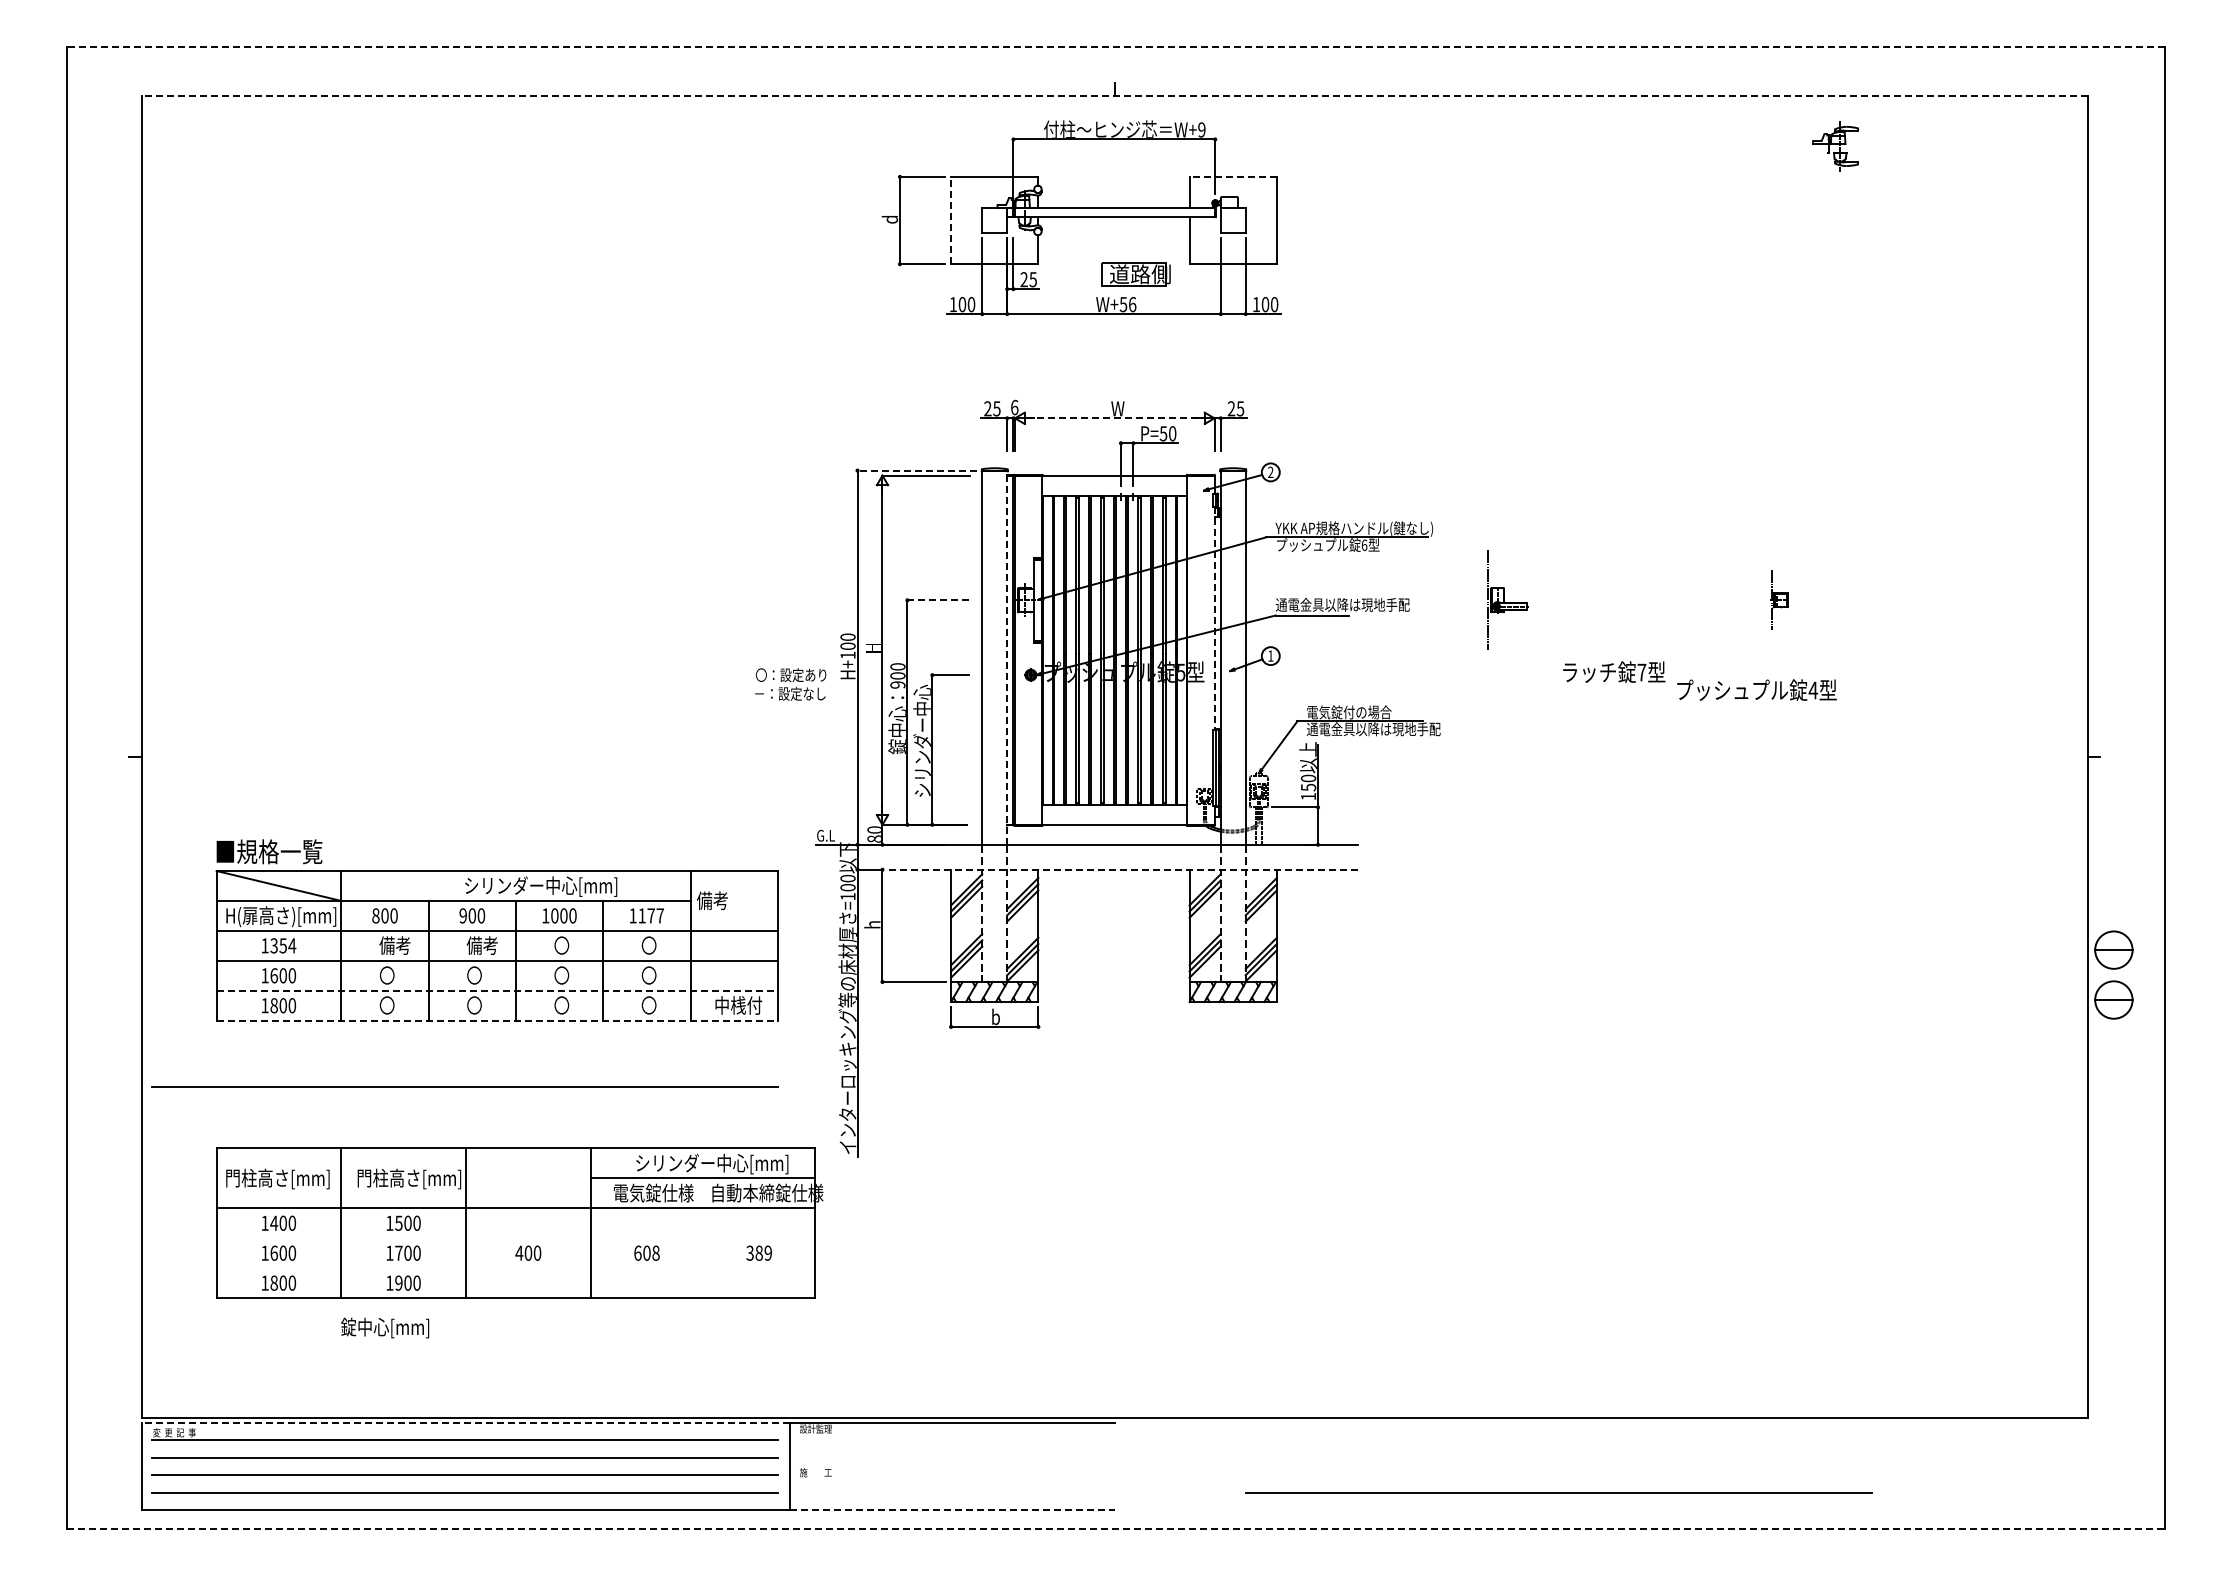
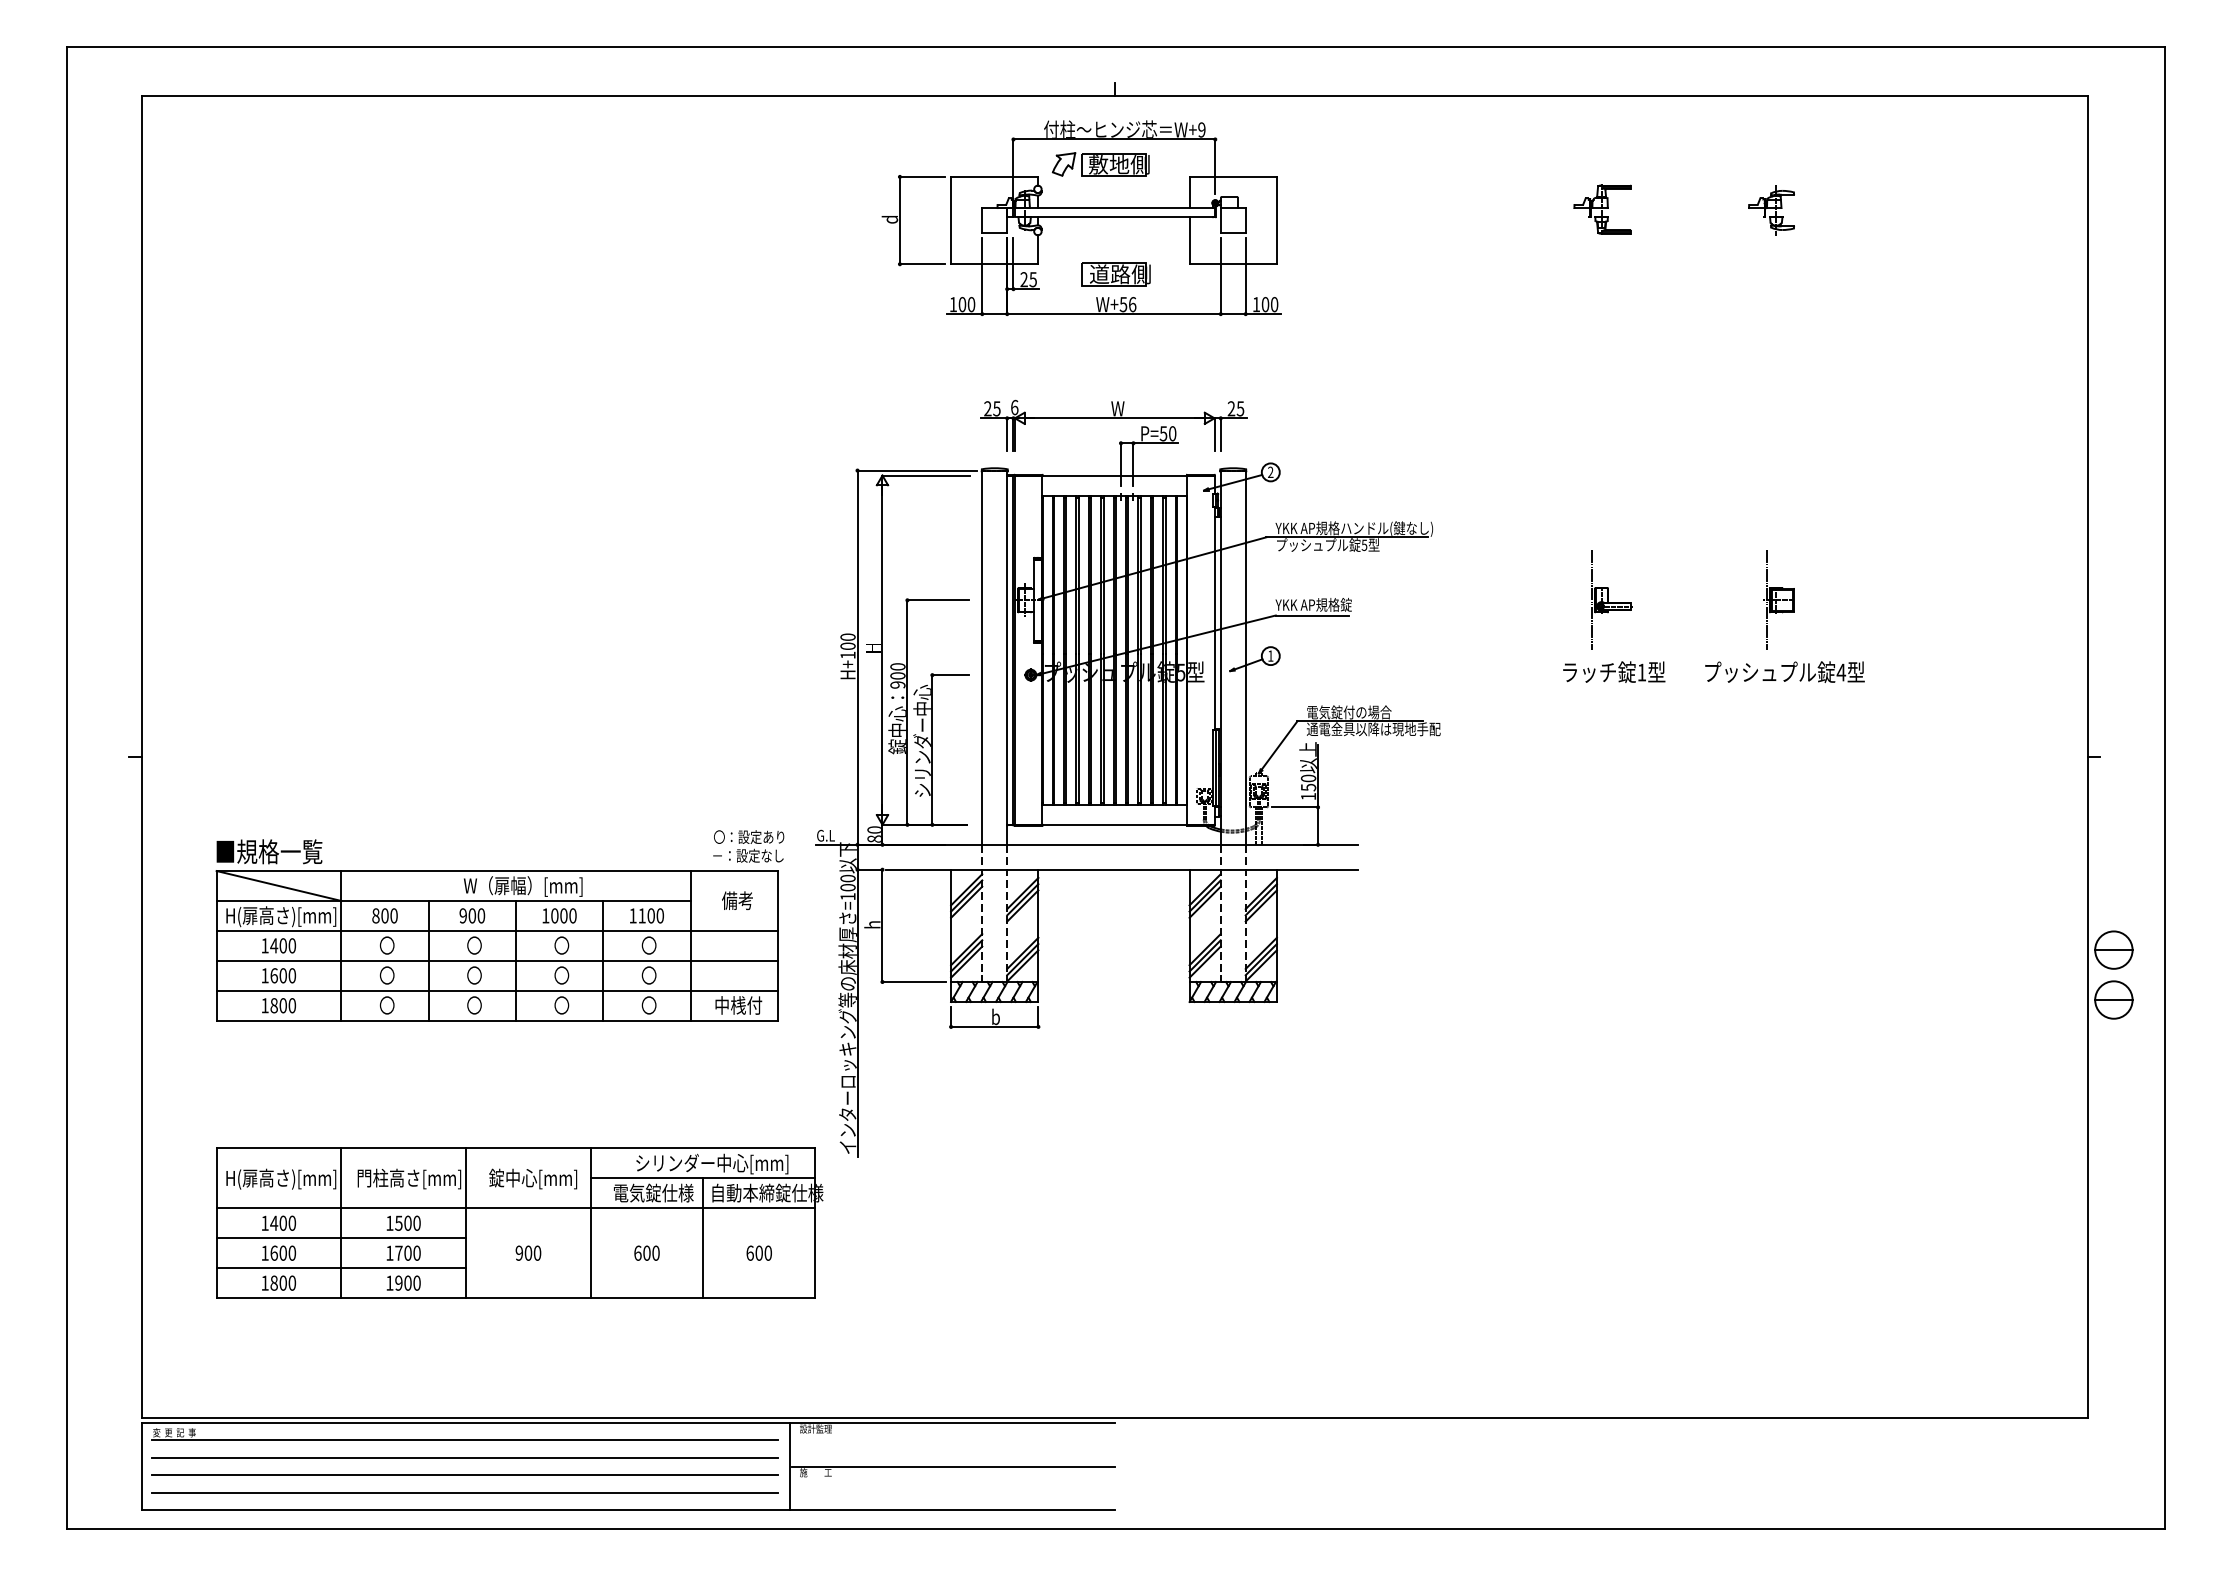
line at (1115, 47): dashed -> solid
line at (1114, 95): dashed -> solid
part at (1835, 146) position: (1835, 146) -> (1771, 210)
part at (1100, 164): none -> present
line at (1233, 176): dashed -> solid
part at (1602, 209): none -> present
line at (951, 220): dashed -> solid
part at (1135, 274) position: (1135, 274) -> (1115, 274)
line at (1114, 418): dashed -> solid
line at (917, 470): dashed -> solid
text at (1364, 544): 6 -> 5
part at (1507, 599) position: (1507, 599) -> (1611, 599)
part at (1779, 599) size: 19x60 px -> 32x100 px
line at (937, 600): dashed -> solid
text at (1342, 604): 通電金具以降は現地手配 -> YKK AP規格錠
line at (1214, 618): dashed -> solid
line at (1007, 658): dashed -> solid
text at (1641, 672): 7 -> 1
text at (790, 684) position: (790, 684) -> (748, 846)
text at (1756, 689) position: (1756, 689) -> (1784, 671)
line at (1122, 869): dashed -> solid
text at (540, 886): シリンダー中心[mm] -> W（扉幅）[mm]
text at (712, 900) position: (712, 900) -> (737, 900)
text at (655, 915): 1177 -> 1100
text at (283, 945): 1354 -> 1400
text at (394, 945): 備考 -> 〇
text at (481, 945): 備考 -> 〇
line at (497, 990): dashed -> solid
line at (497, 1020): dashed -> solid
line at (464, 1086): present -> none
text at (281, 1178): 門柱高さ[mm] -> H(扉高さ)[mm]
line at (341, 1238): none -> present
line at (703, 1238): none -> present
text at (519, 1252): 400 -> 900
text at (758, 1252): 389 -> 600
text at (655, 1253): 608 -> 600
line at (341, 1268): none -> present
text at (385, 1327) position: (385, 1327) -> (533, 1178)
line at (465, 1422): dashed -> solid
line at (953, 1466): none -> present
line at (1558, 1492): present -> none
line at (953, 1510): dashed -> solid
line at (1116, 1528): dashed -> solid
